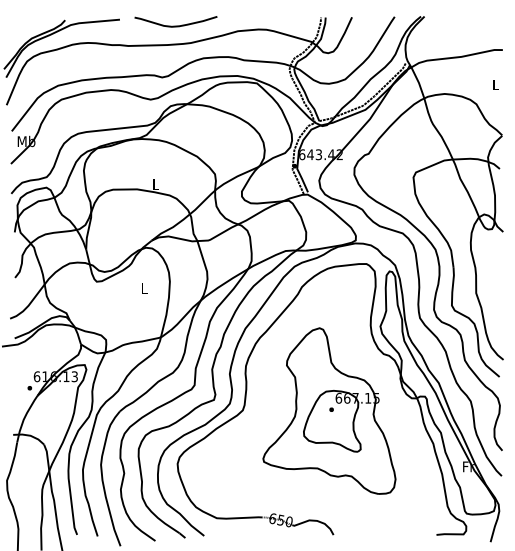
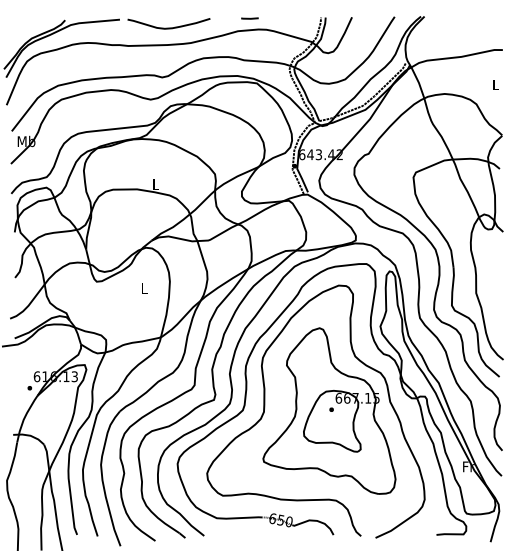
line at (249, 18): none -> present
curve at (175, 25) position: (175, 25) -> (168, 27)
curve at (265, 407): none -> present
